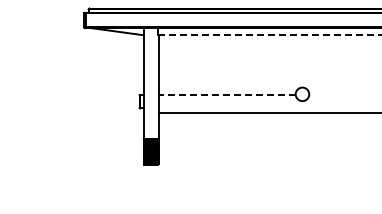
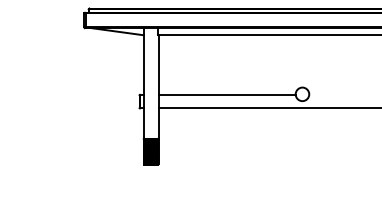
line at (270, 35): dashed -> solid
line at (227, 94): dashed -> solid
line at (268, 113) position: (268, 113) -> (268, 108)
